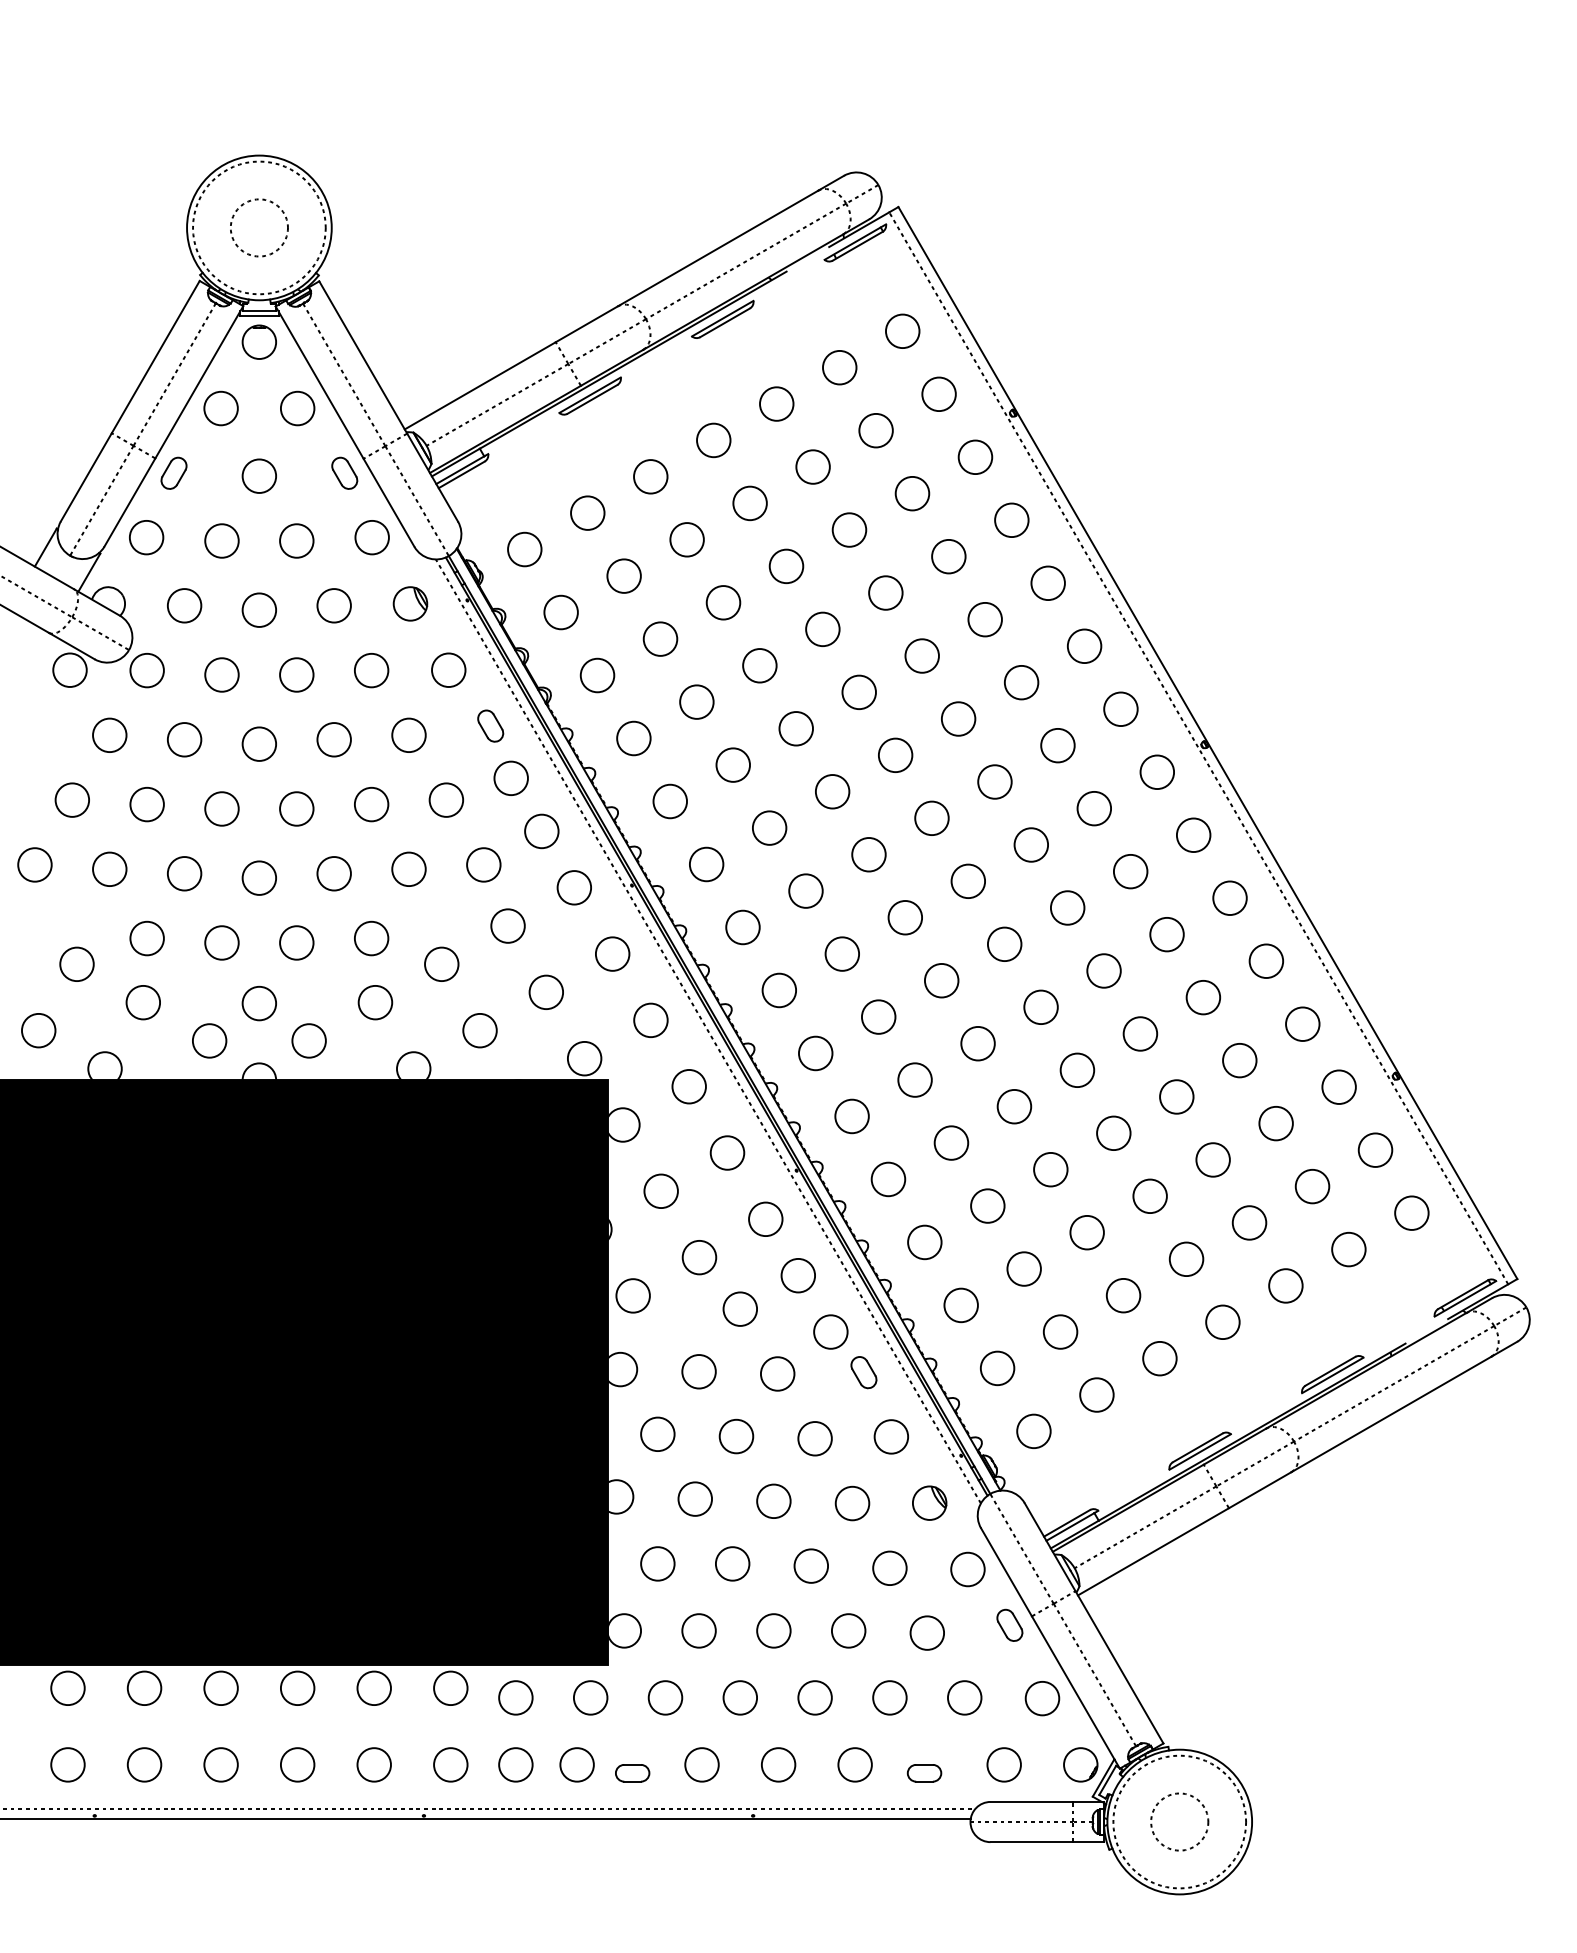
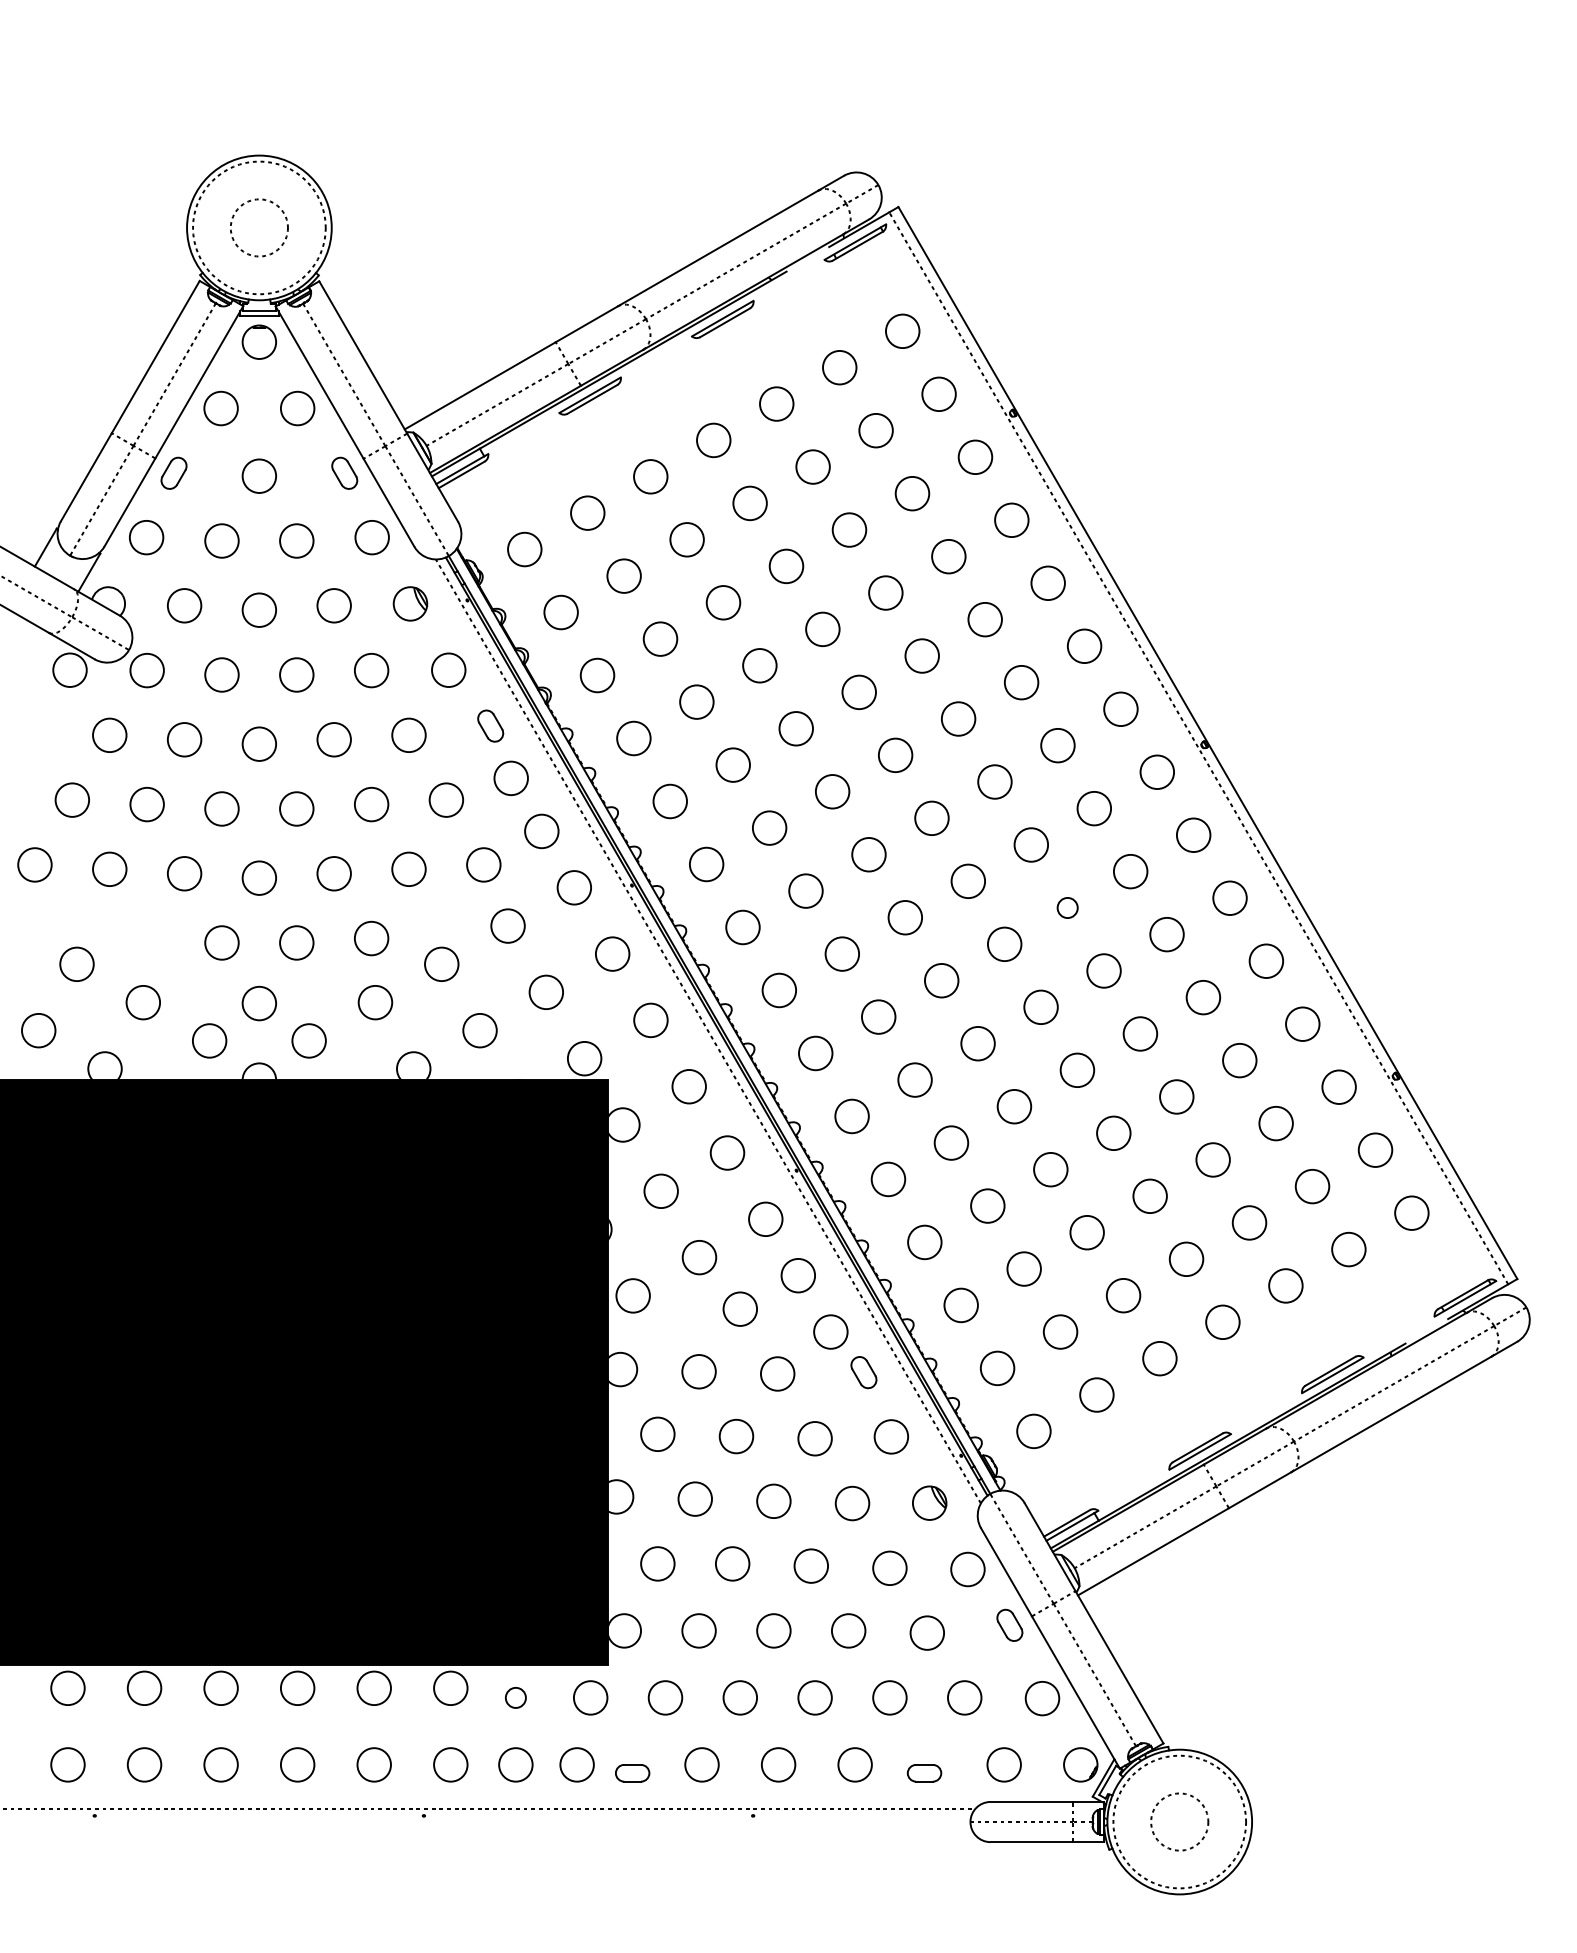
circle at (1067, 907) diameter: 33 px -> 20 px
circle at (146, 938): present -> none
circle at (515, 1697) diameter: 33 px -> 20 px
line at (486, 1818): present -> none
